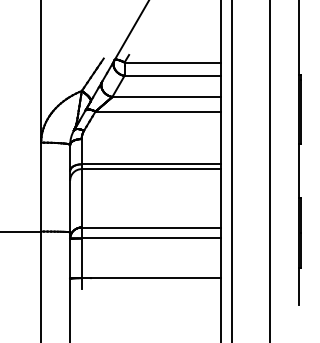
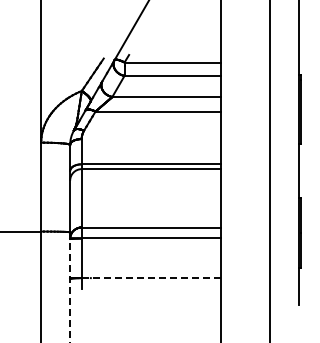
line at (232, 170): present -> none
line at (150, 278): solid -> dashed
line at (70, 287): solid -> dashed
